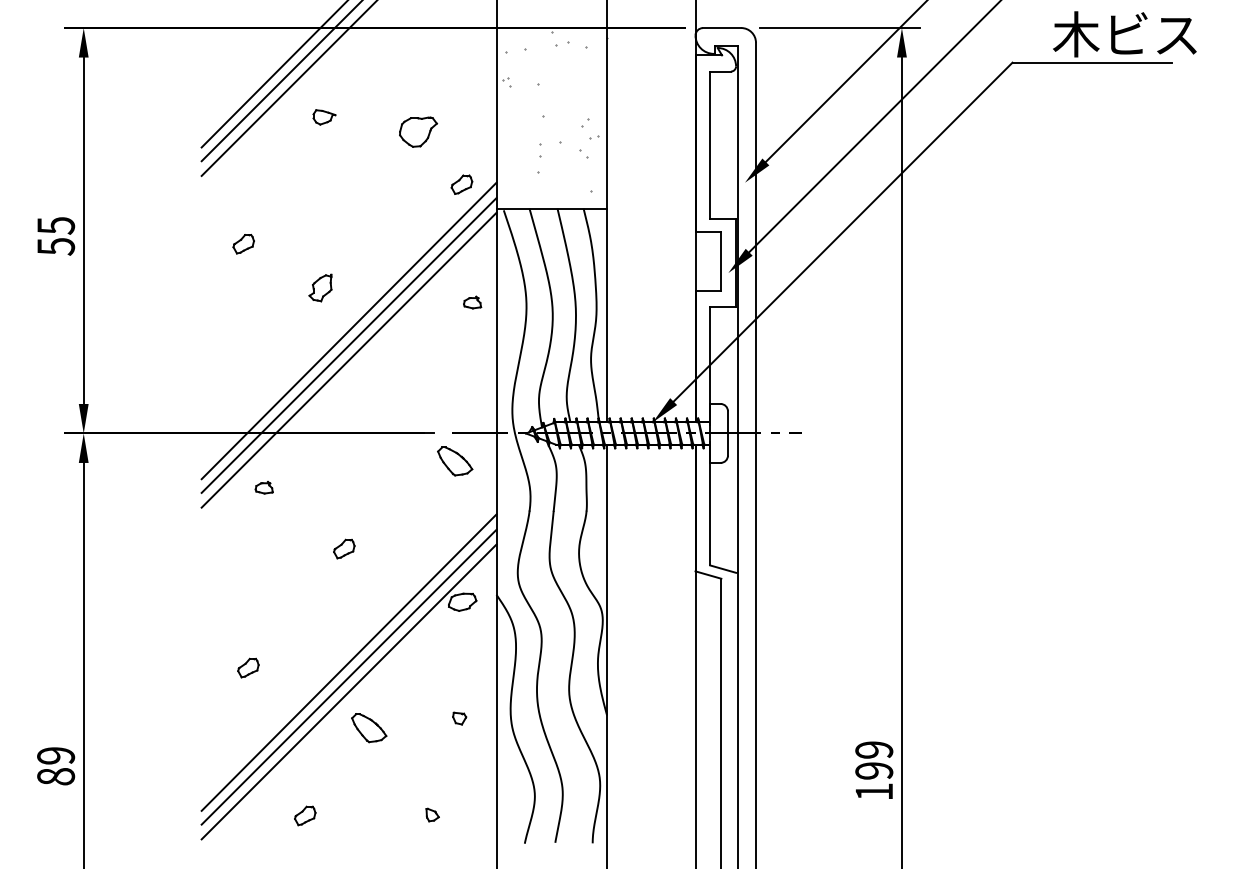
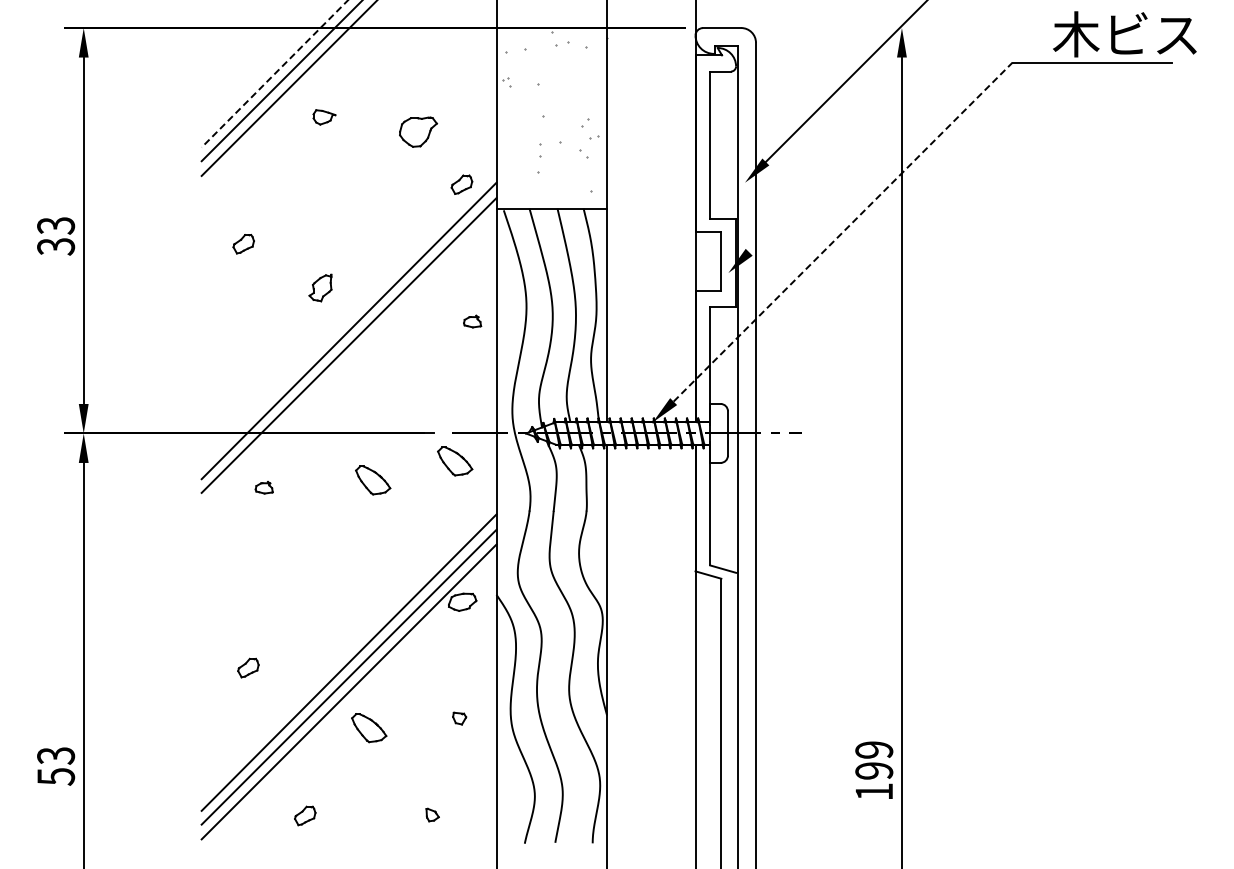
line at (839, 28): present -> none
line at (274, 73): solid -> dashed
line at (874, 127): present -> none
line at (843, 232): solid -> dashed
text at (55, 236): 55 -> 33
part at (472, 302) position: (472, 302) -> (472, 321)
line at (348, 359): present -> none
part at (373, 480): none -> present
part at (344, 548): present -> none
text at (56, 766): 89 -> 53
